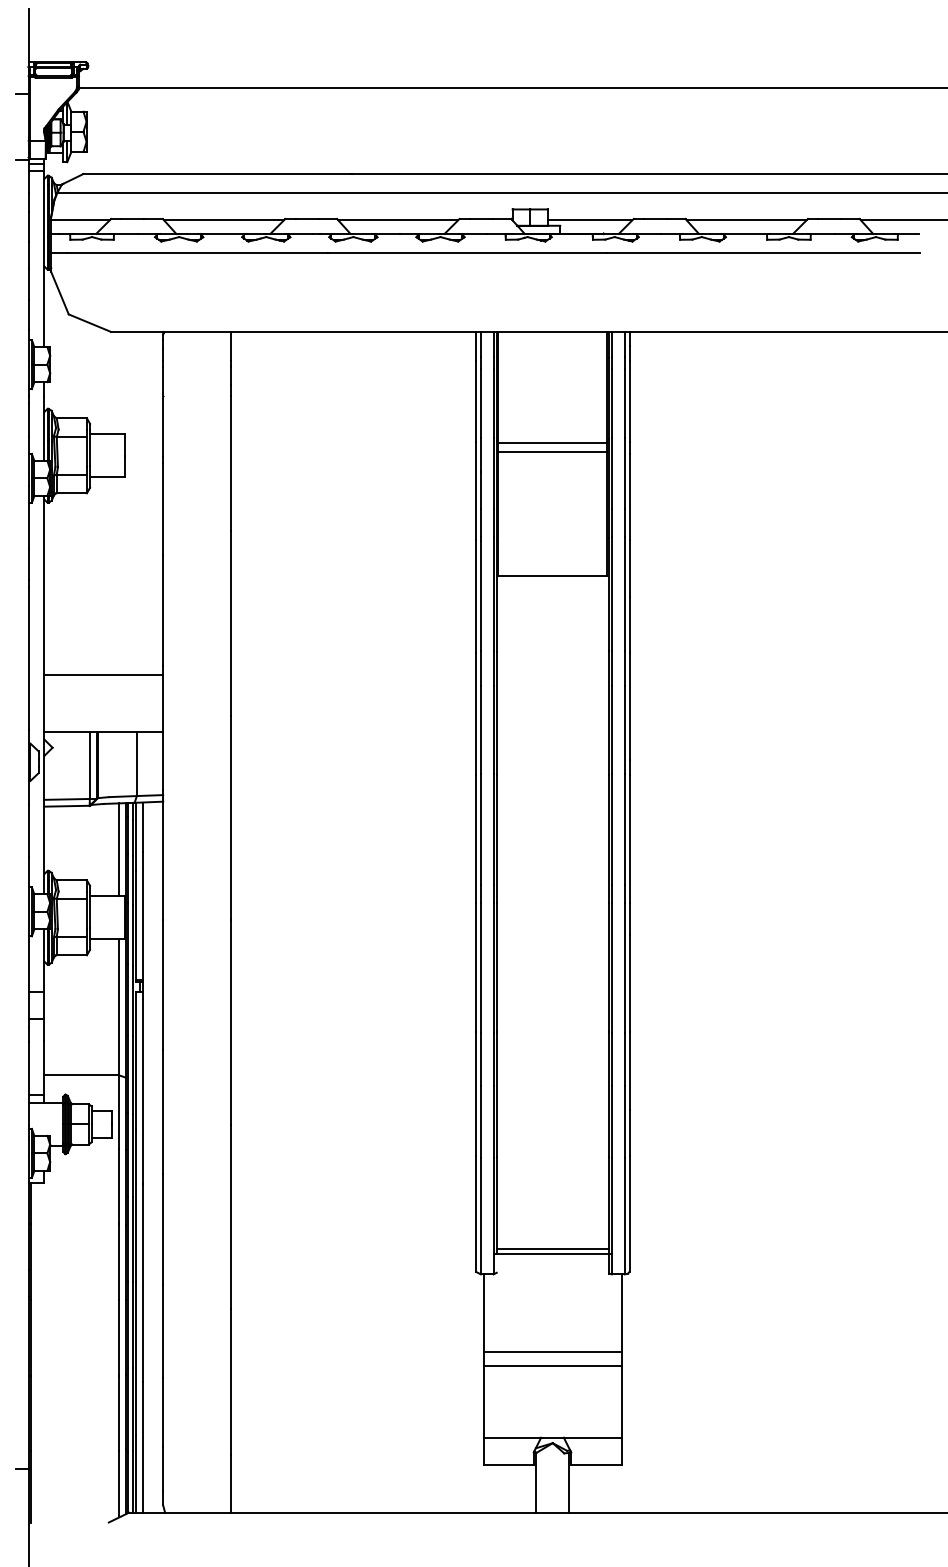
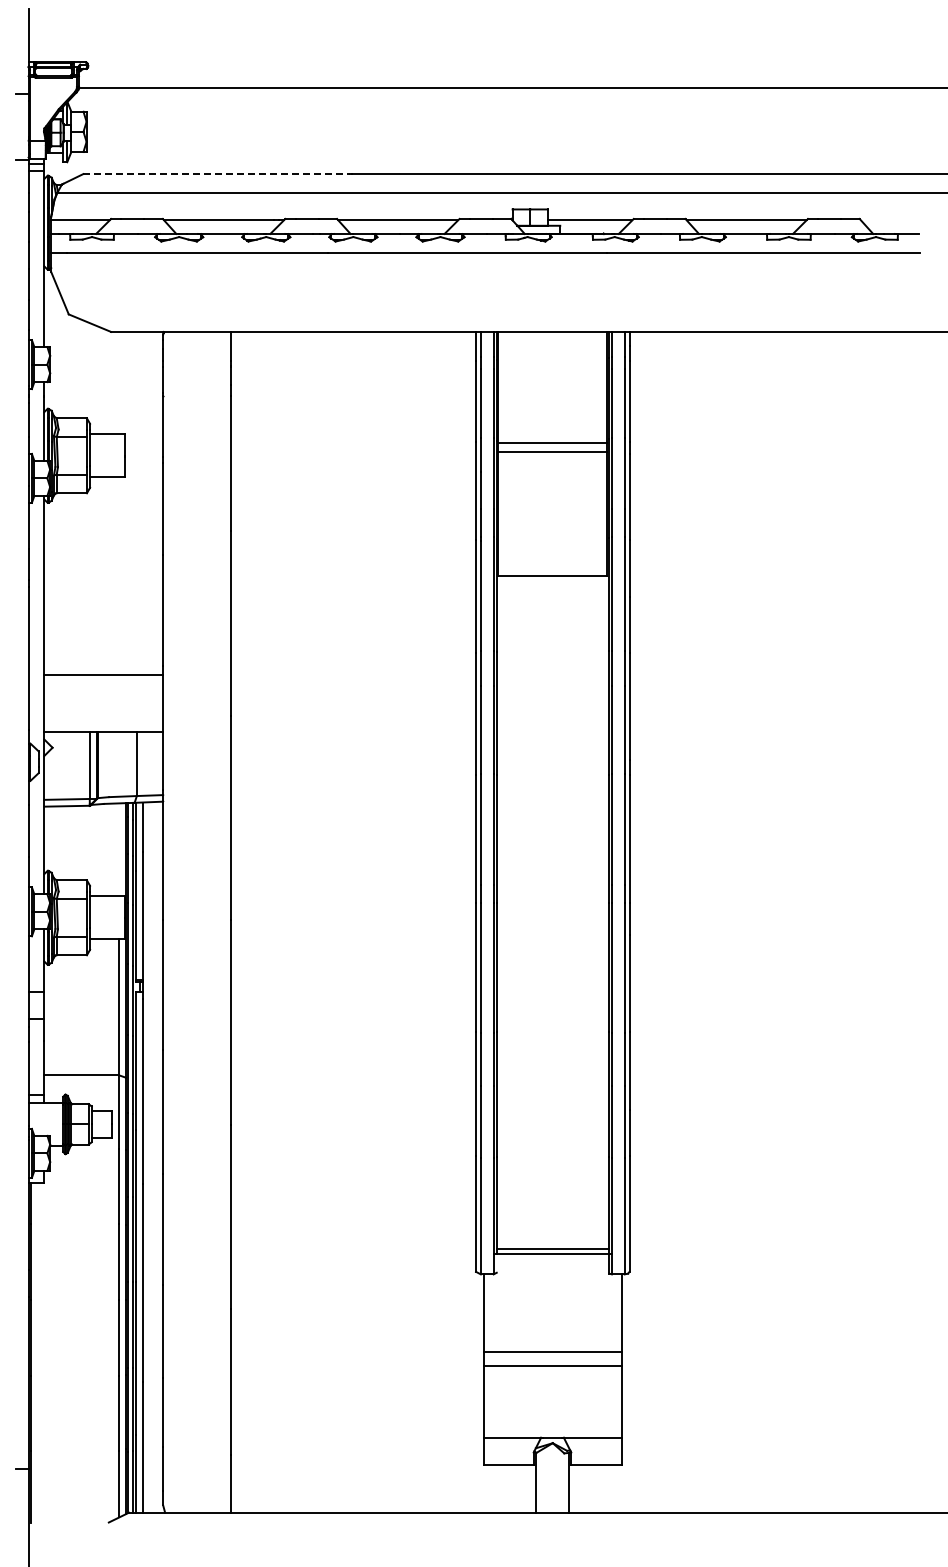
line at (217, 174): solid -> dashed
line at (902, 220): present -> none
line at (119, 849): present -> none
